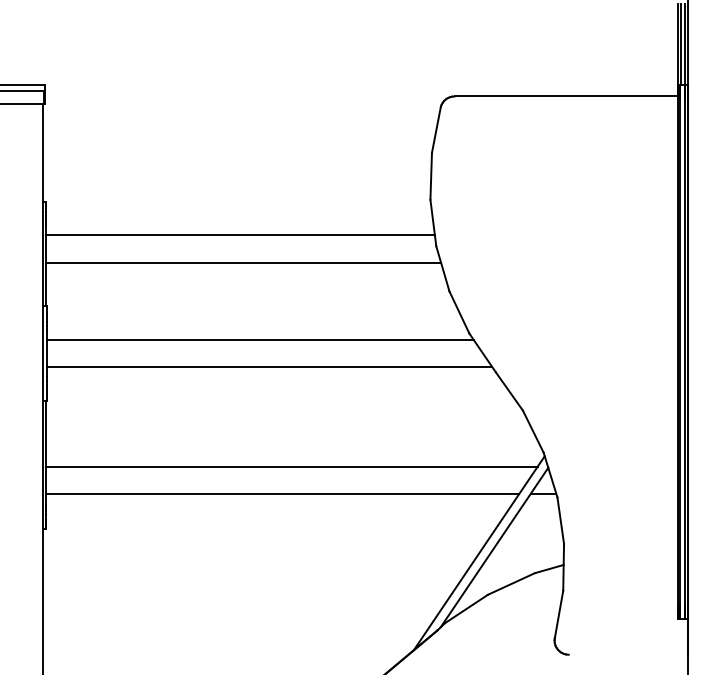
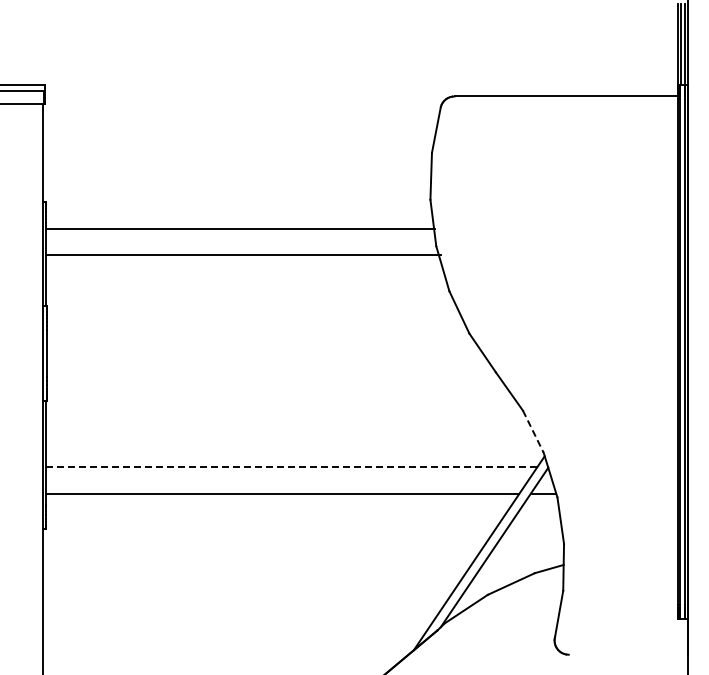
line at (239, 235) position: (239, 235) -> (239, 229)
line at (243, 262) position: (243, 262) -> (243, 254)
line at (259, 339): present -> none
line at (269, 367): present -> none
line at (533, 432): solid -> dashed
line at (291, 466): solid -> dashed
